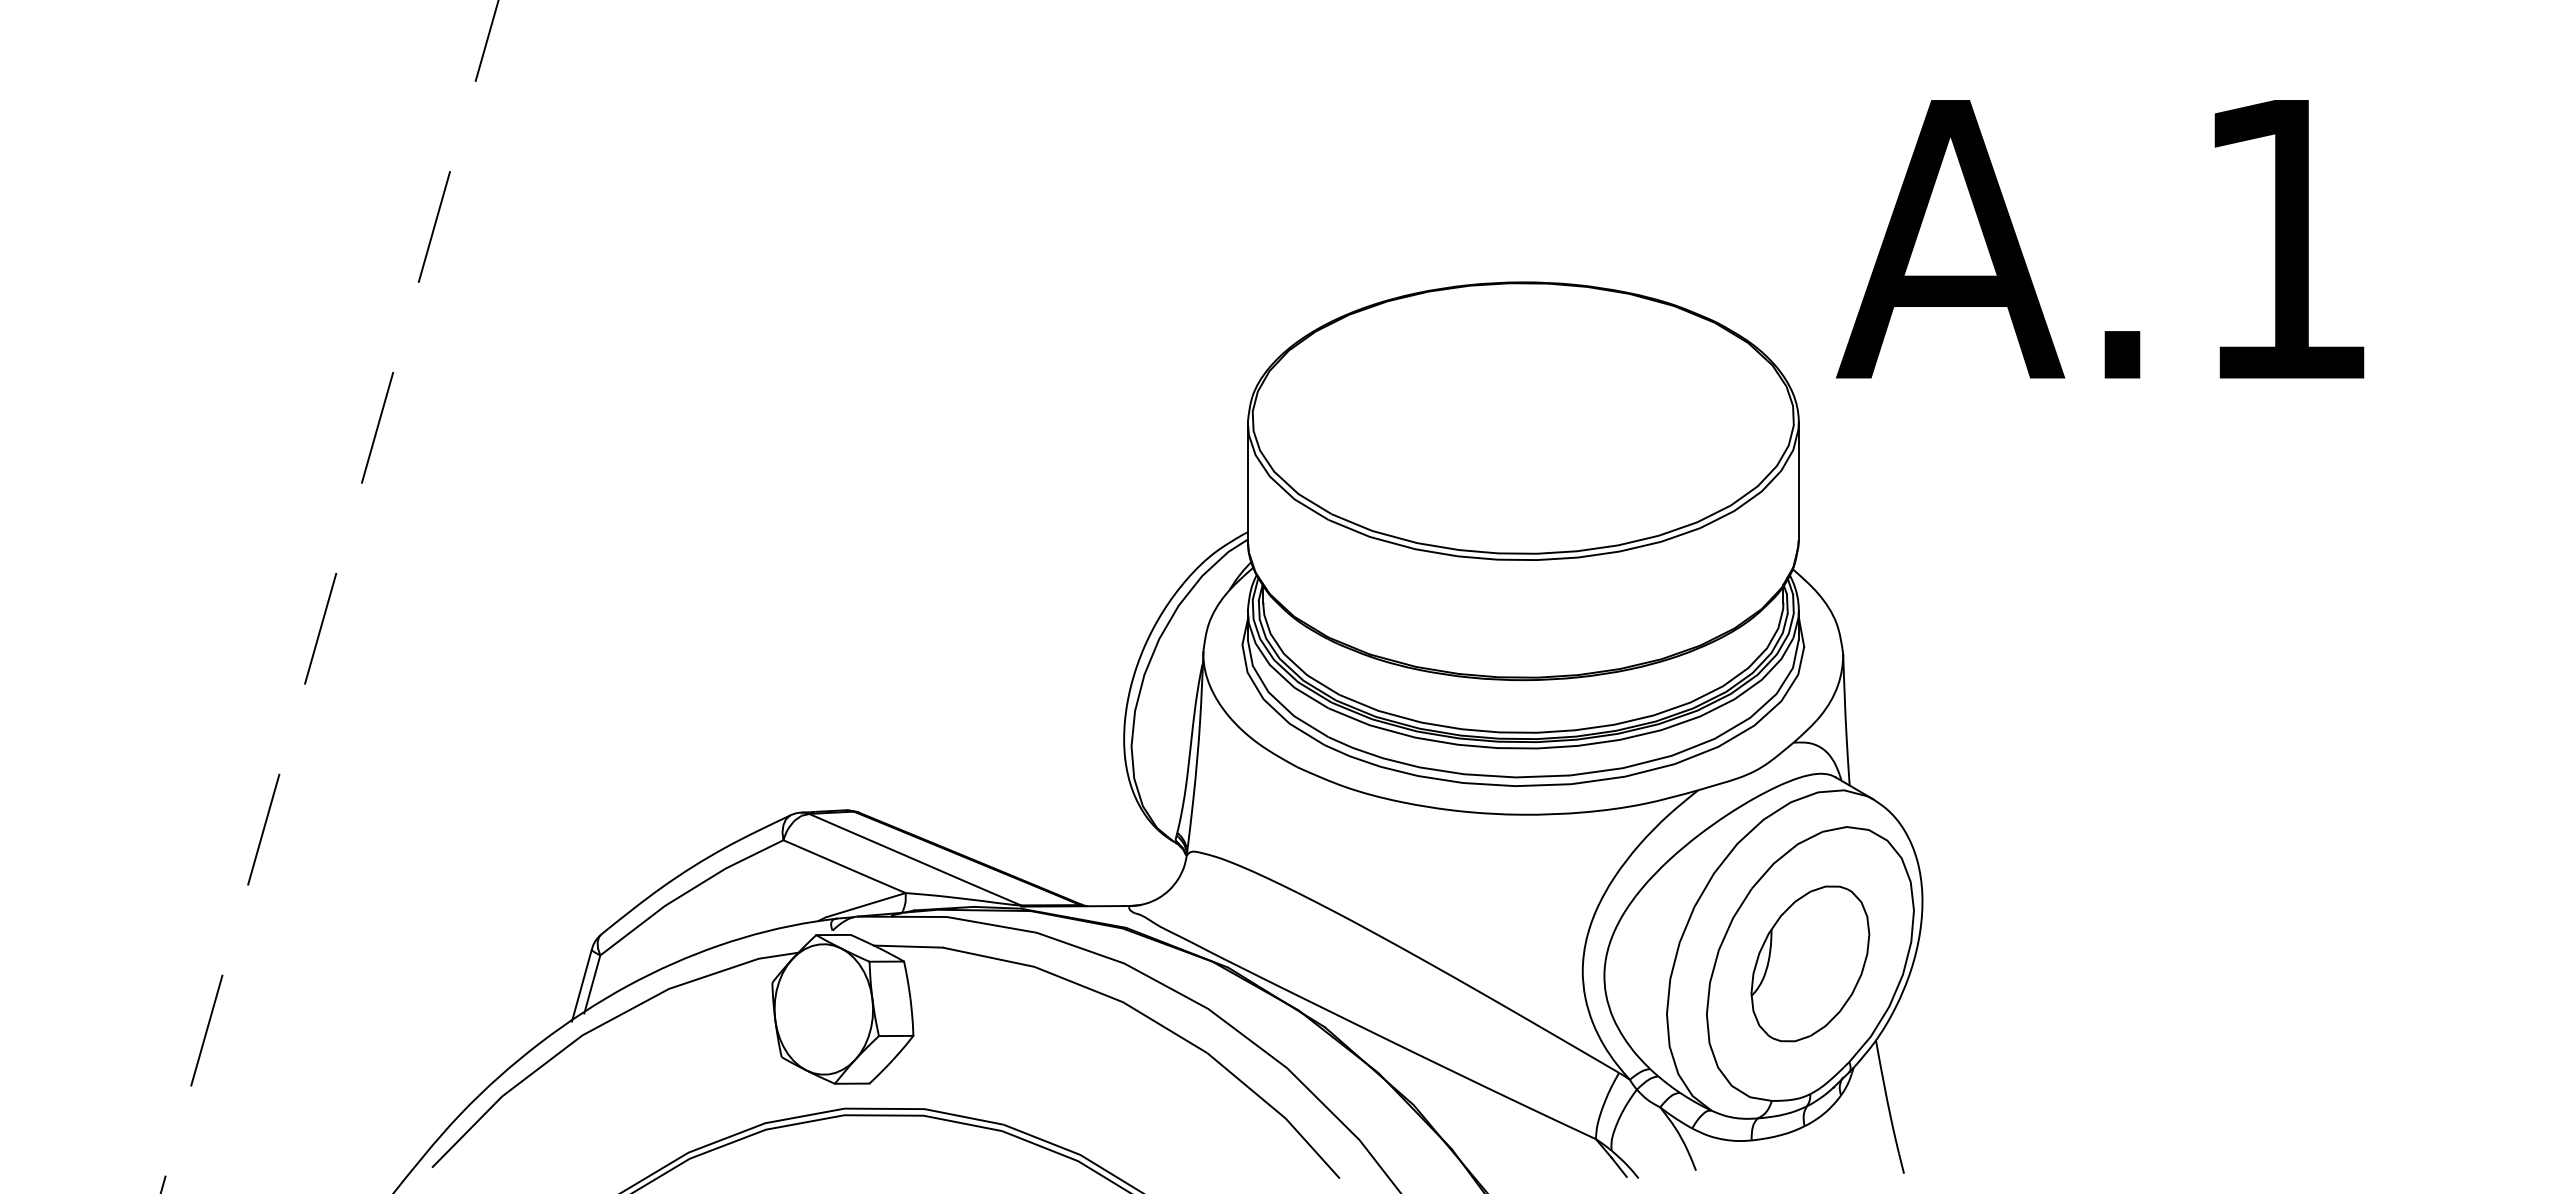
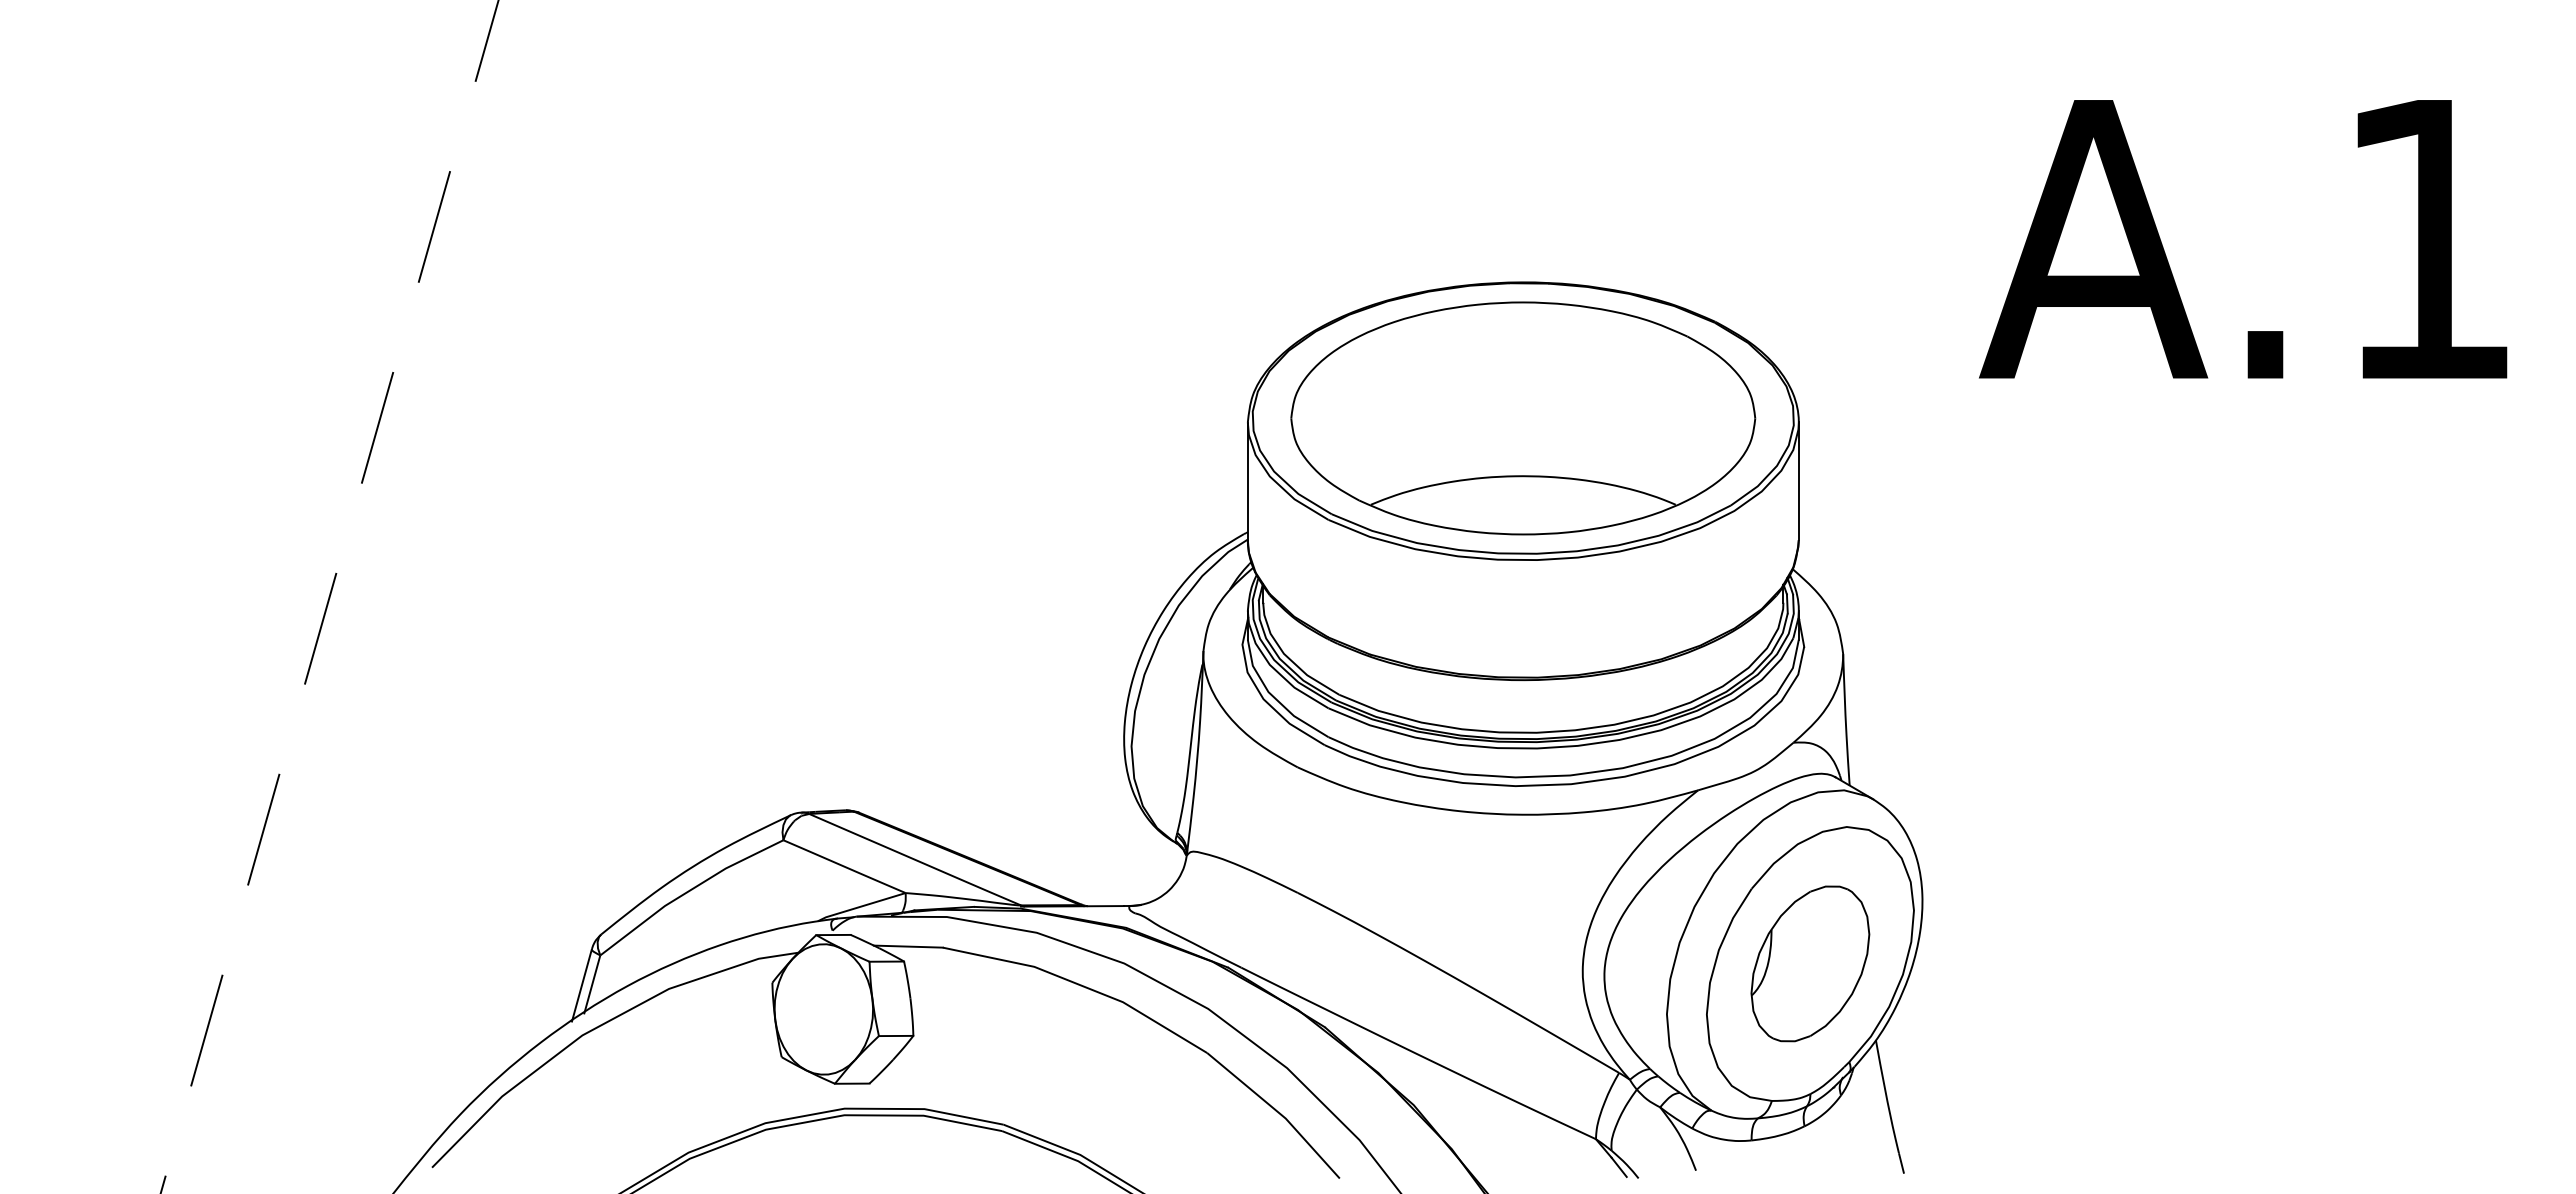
text at (2100, 239) position: (2100, 239) -> (2243, 239)
part at (1523, 418): none -> present
